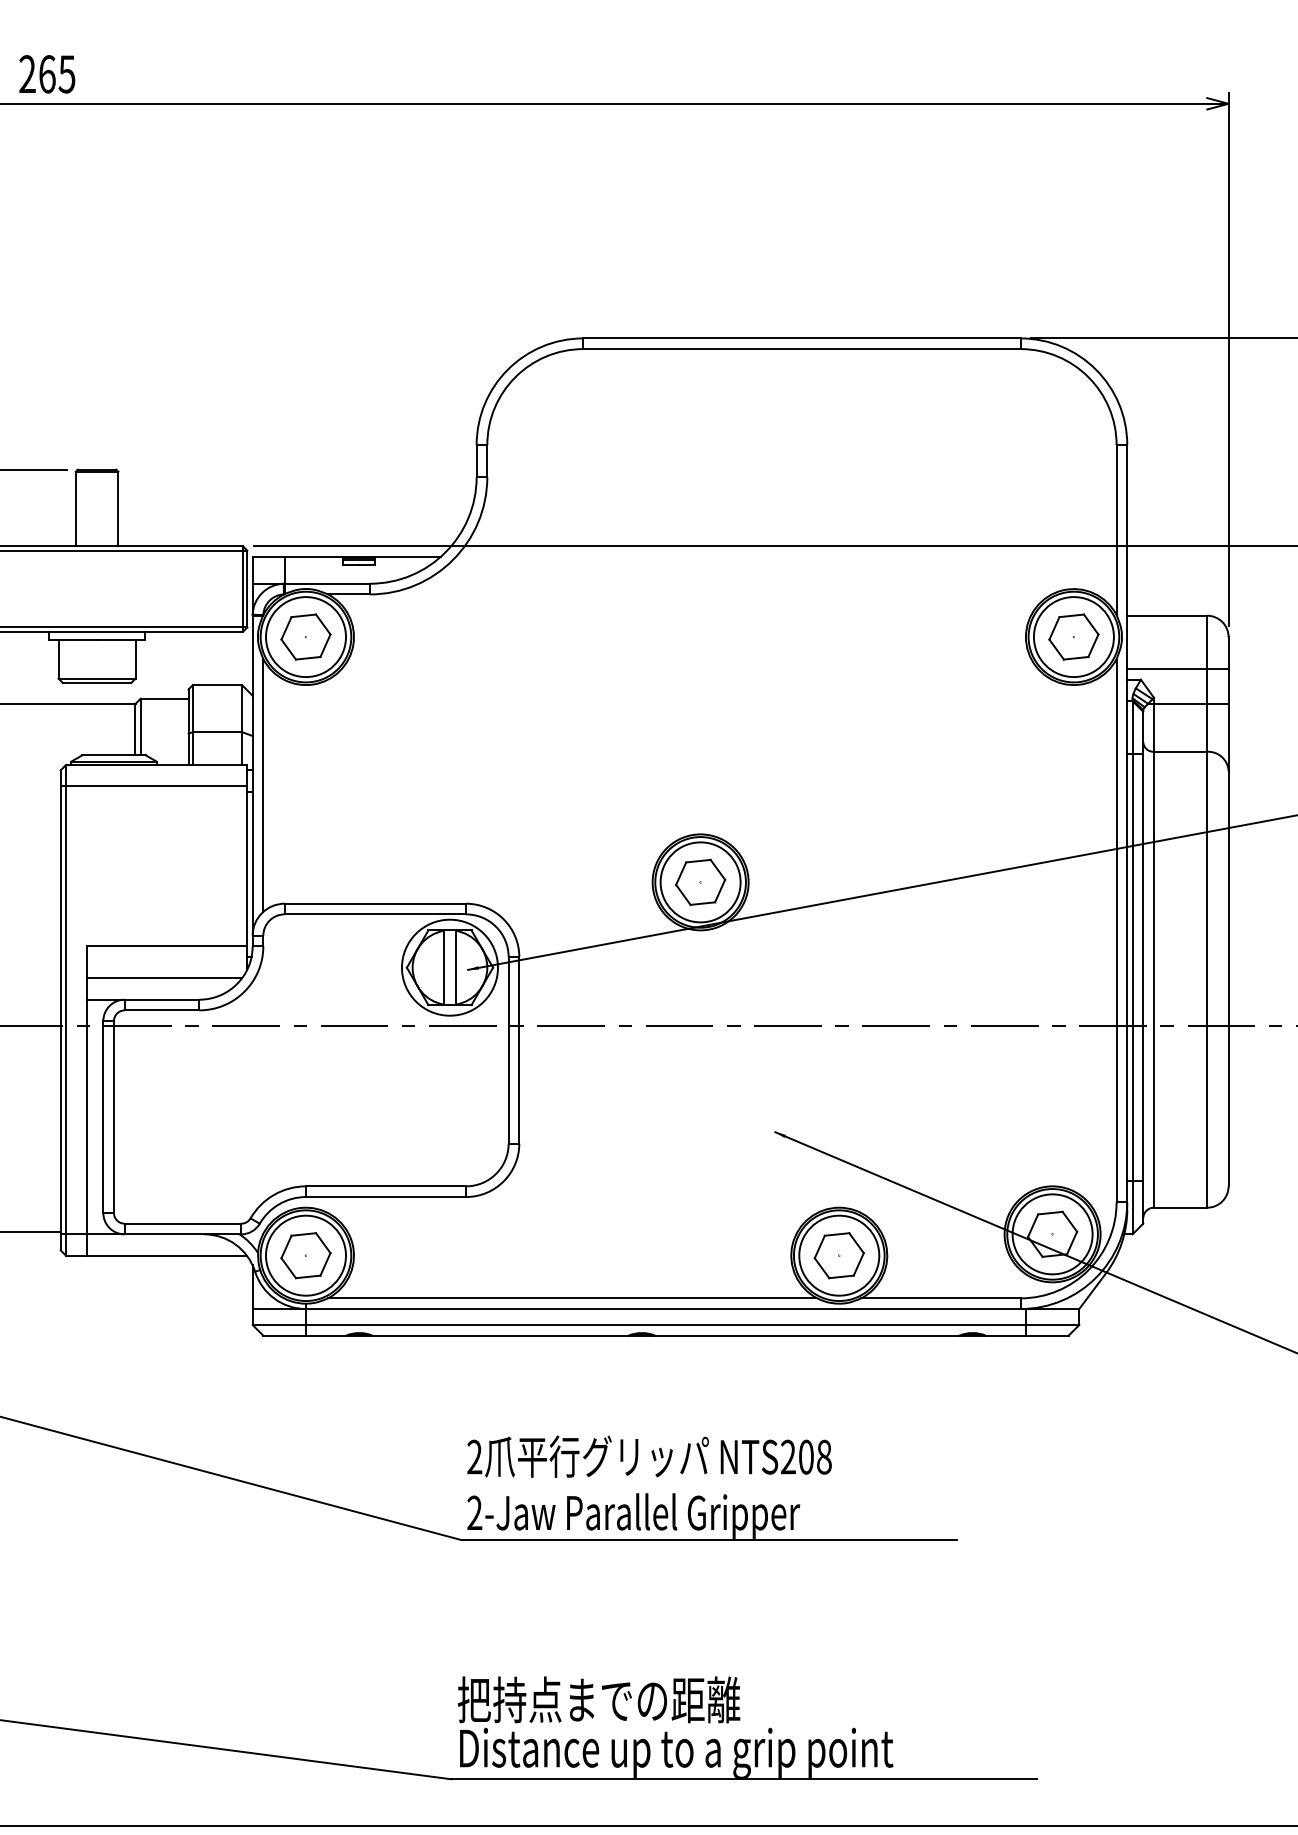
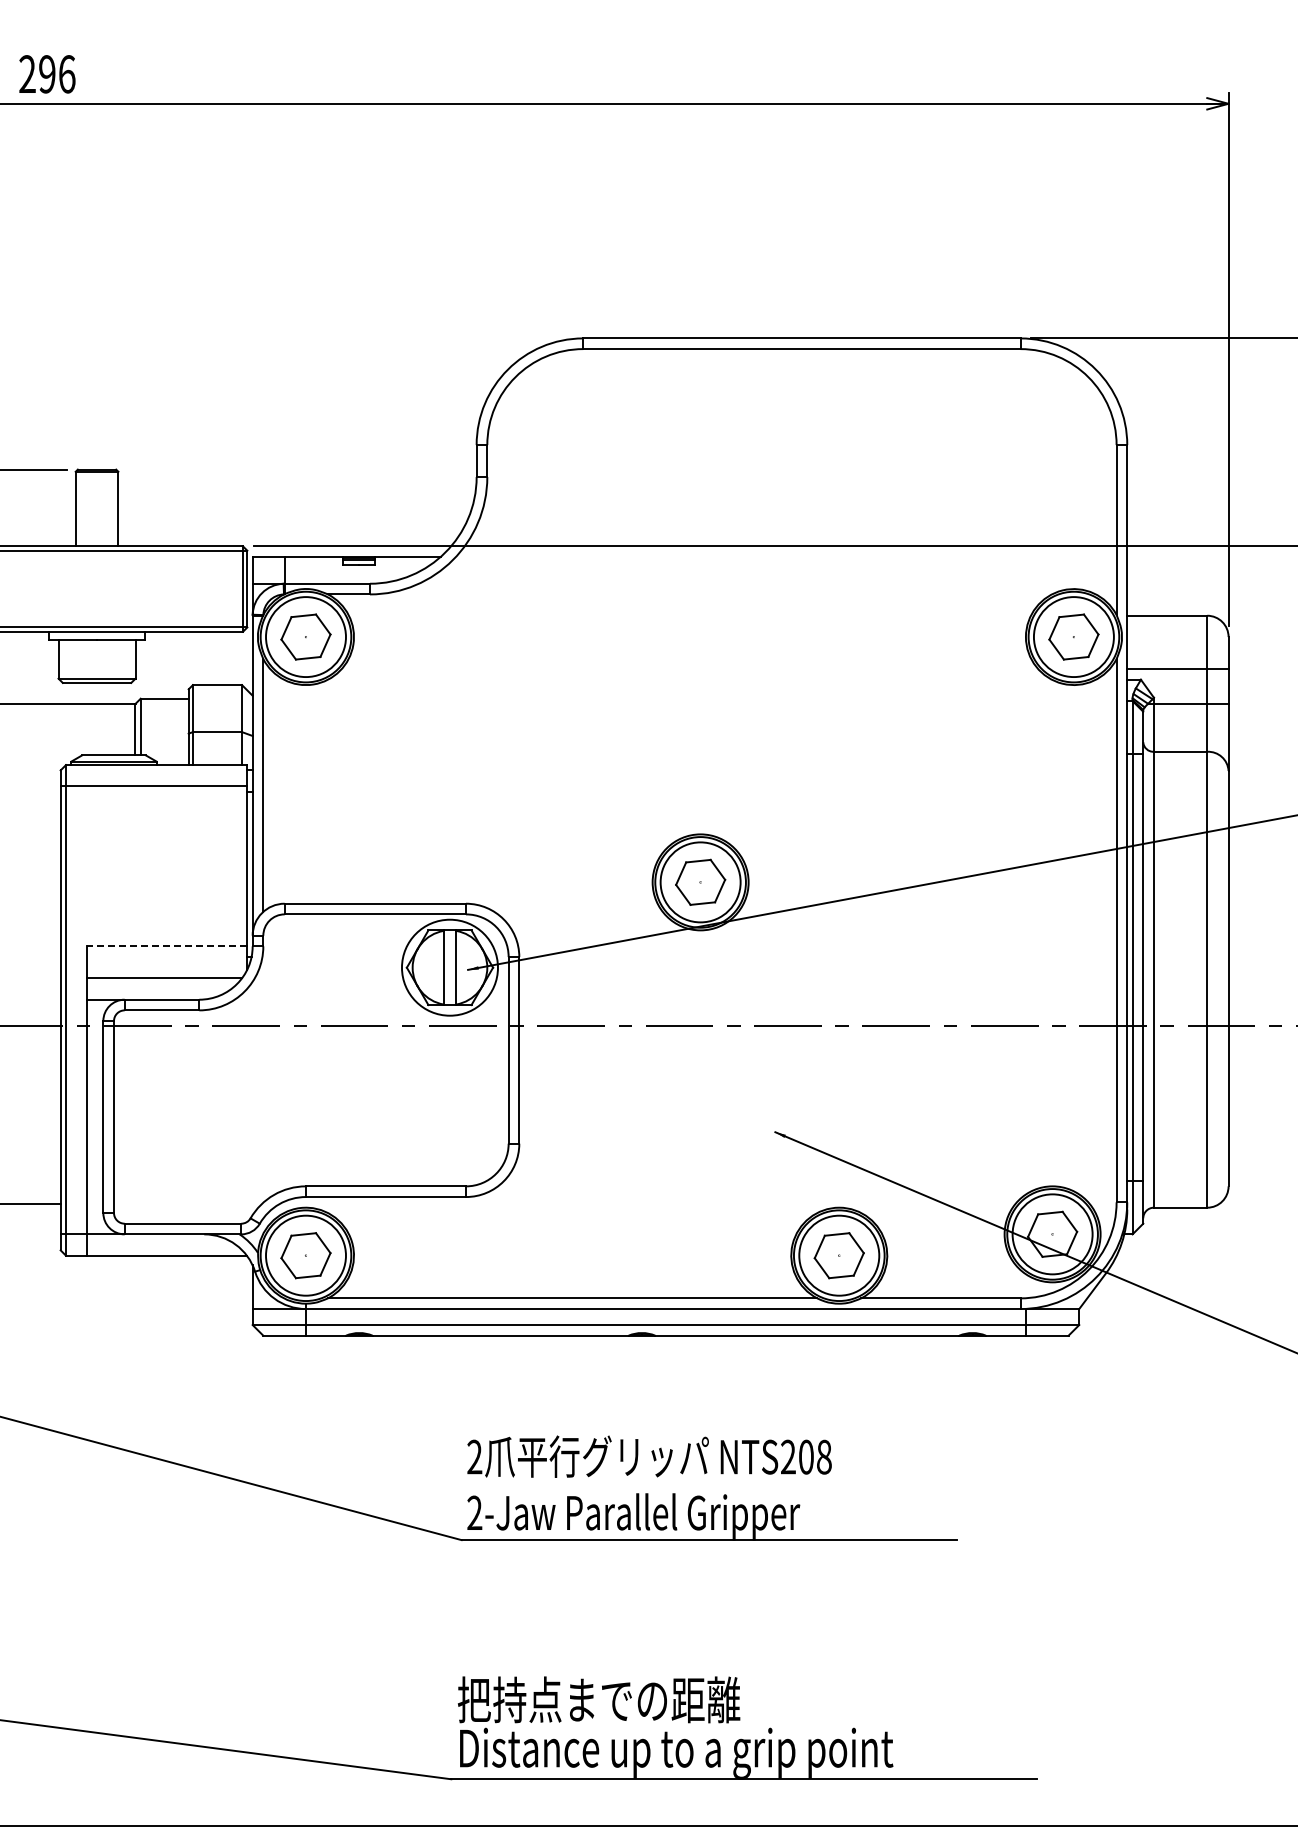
text at (57, 74): 265 -> 296
line at (167, 946): solid -> dashed
line at (31, 1231) position: (31, 1231) -> (31, 1203)
